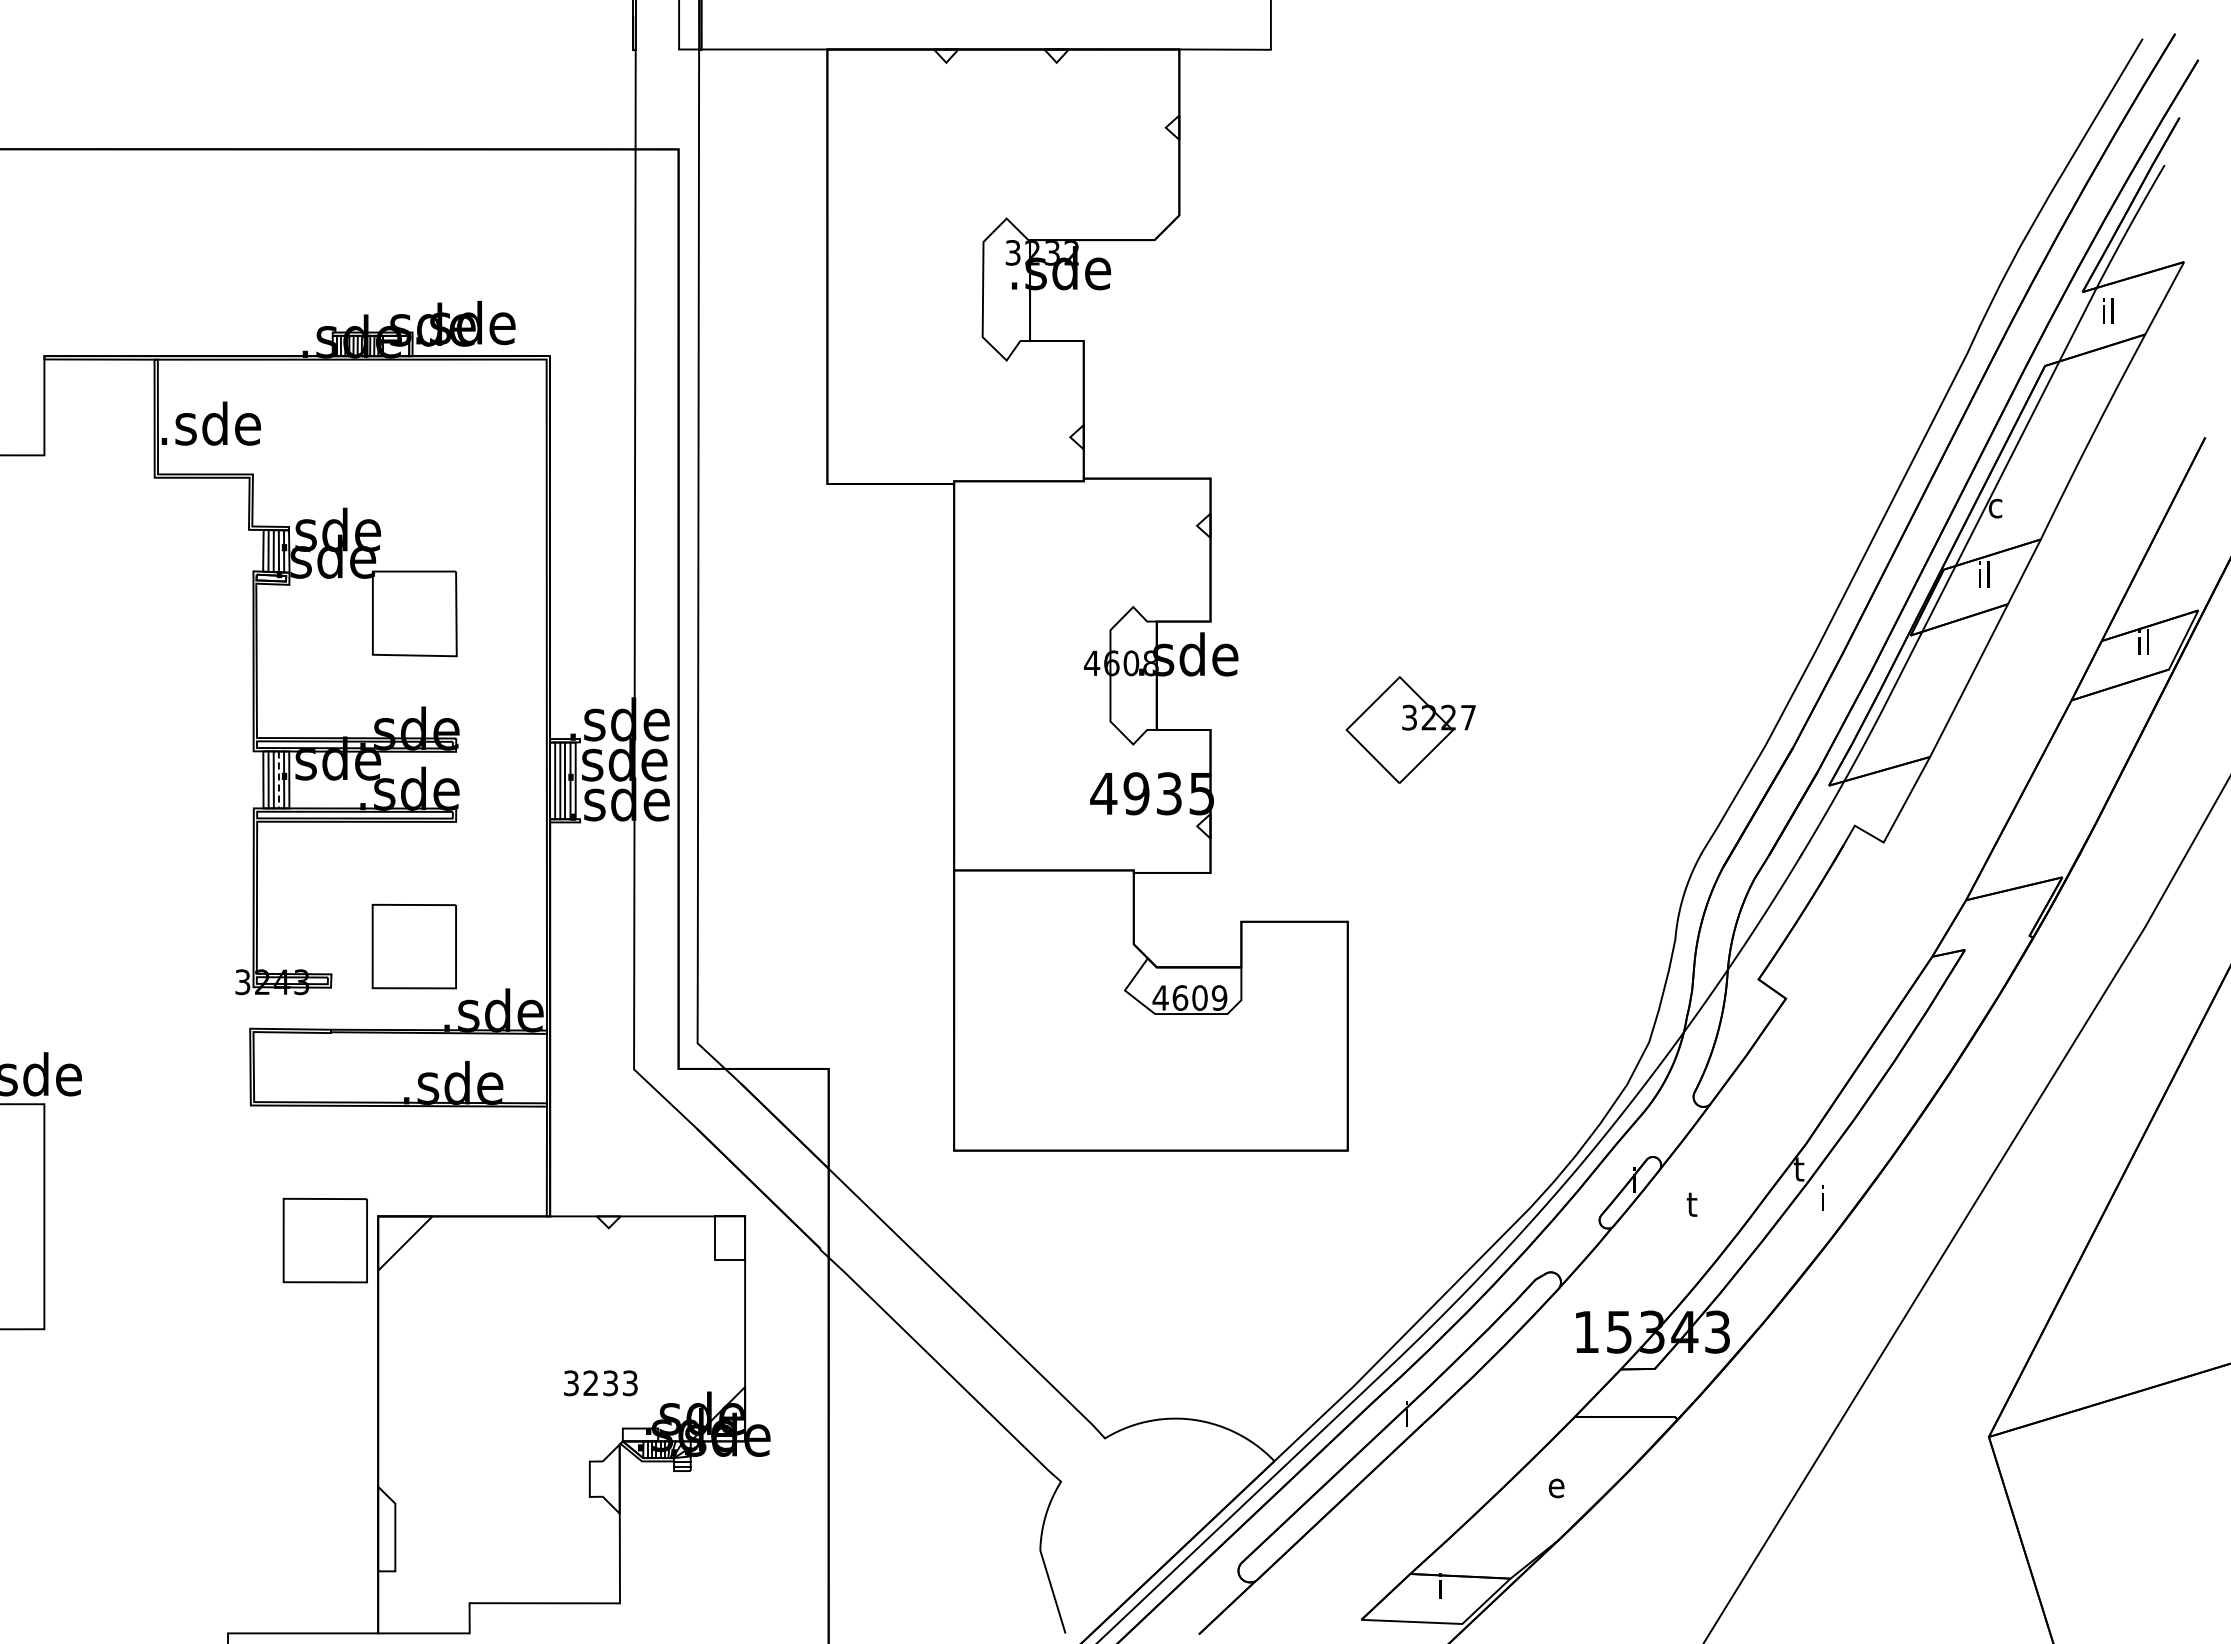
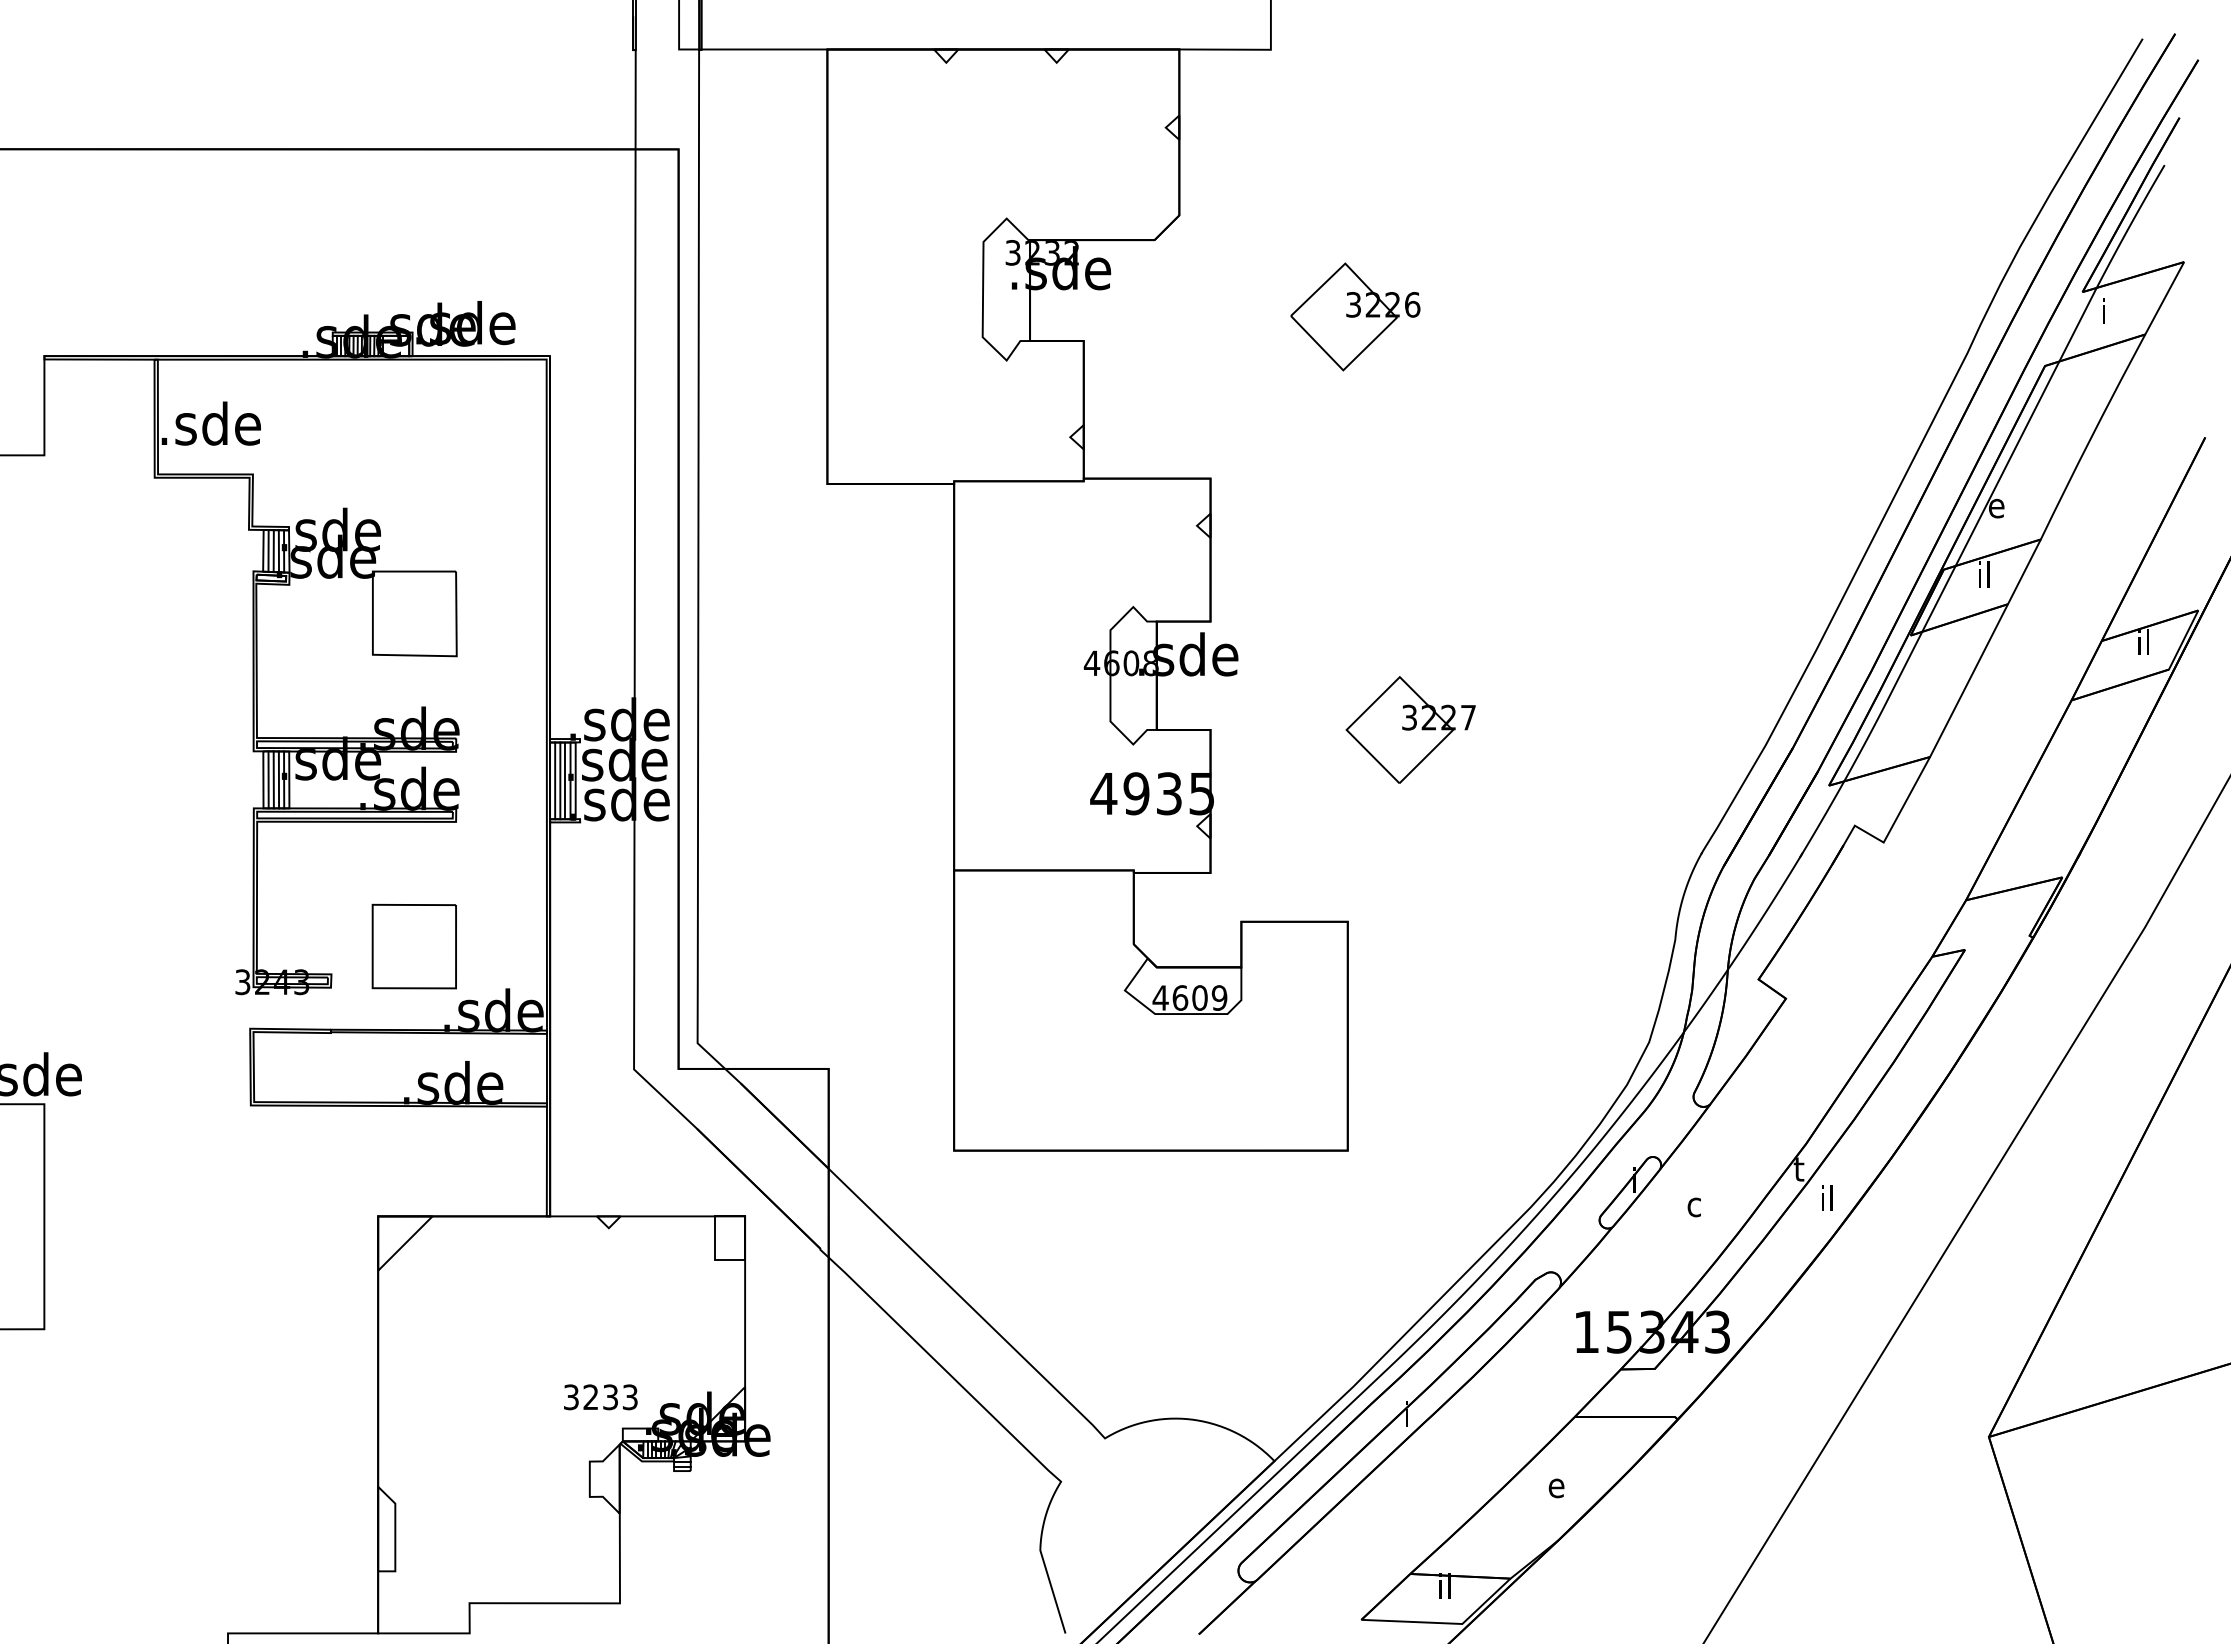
text at (2112, 310): il -> i
part at (1355, 316): none -> present
text at (1997, 508): c -> e
line at (278, 780): dashed -> solid
text at (1831, 1197): i -> il
text at (1693, 1204): t -> c
part at (324, 1240): present -> none
text at (600, 1383) position: (600, 1383) -> (600, 1397)
text at (1449, 1585): i -> il
